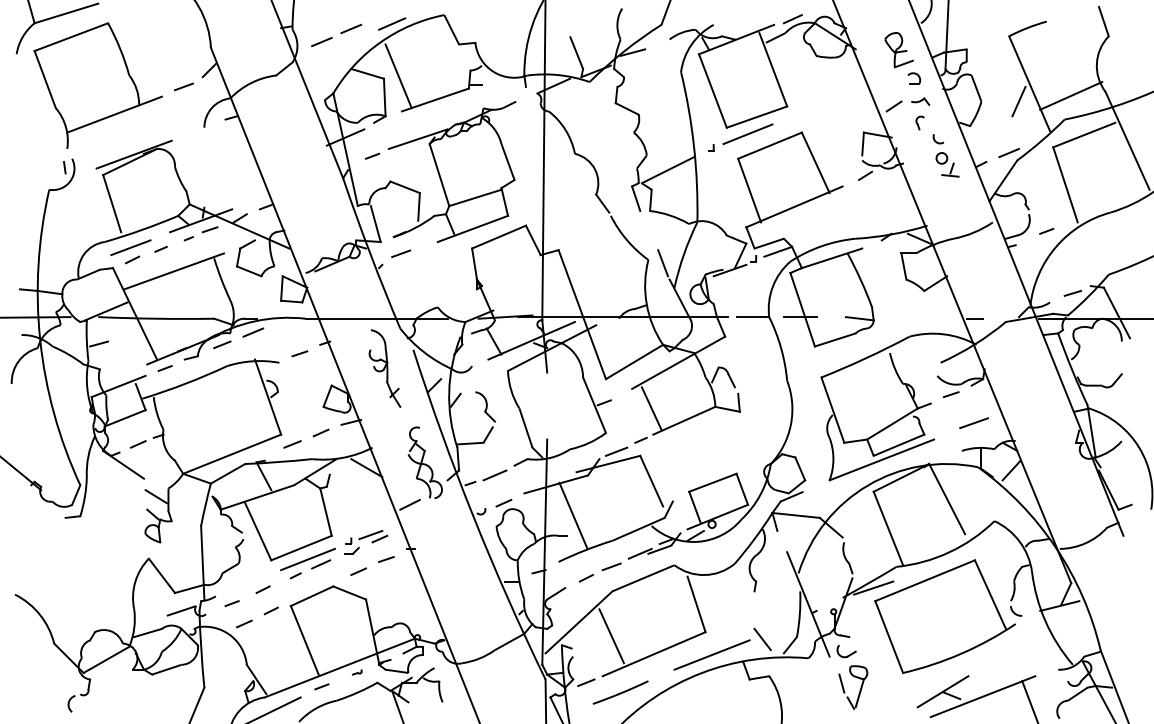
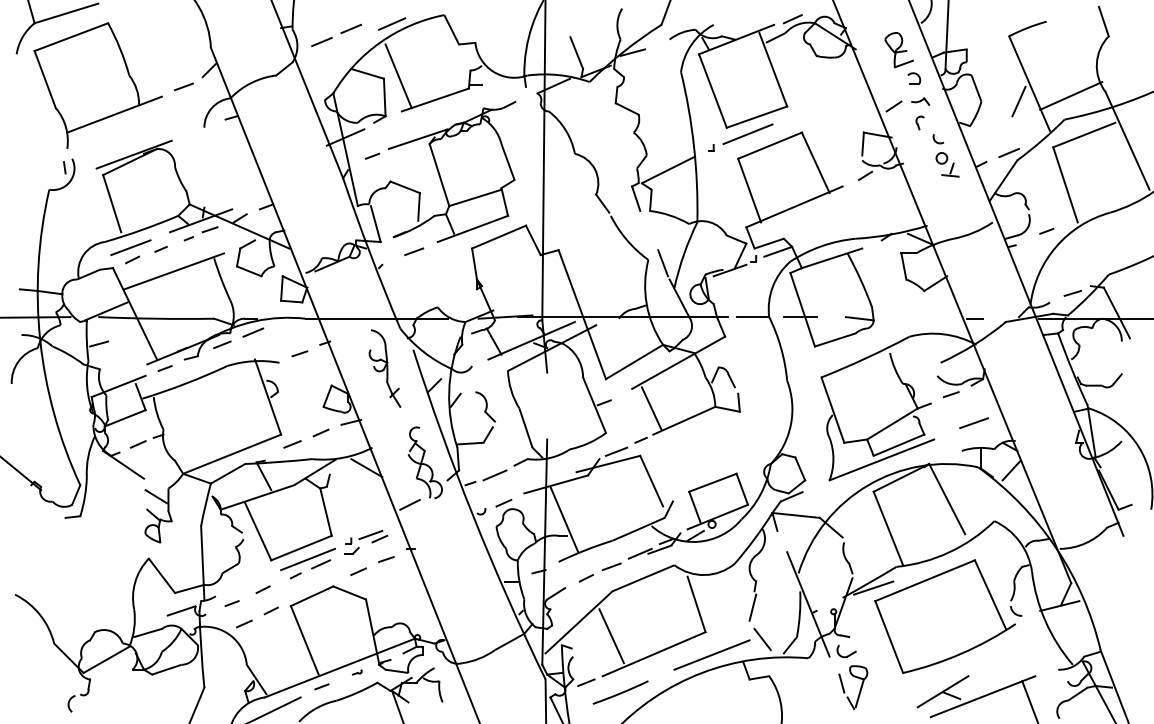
line at (401, 253) position: (401, 253) -> (414, 251)
line at (573, 515) position: (573, 515) -> (564, 519)
line at (752, 607): none -> present
